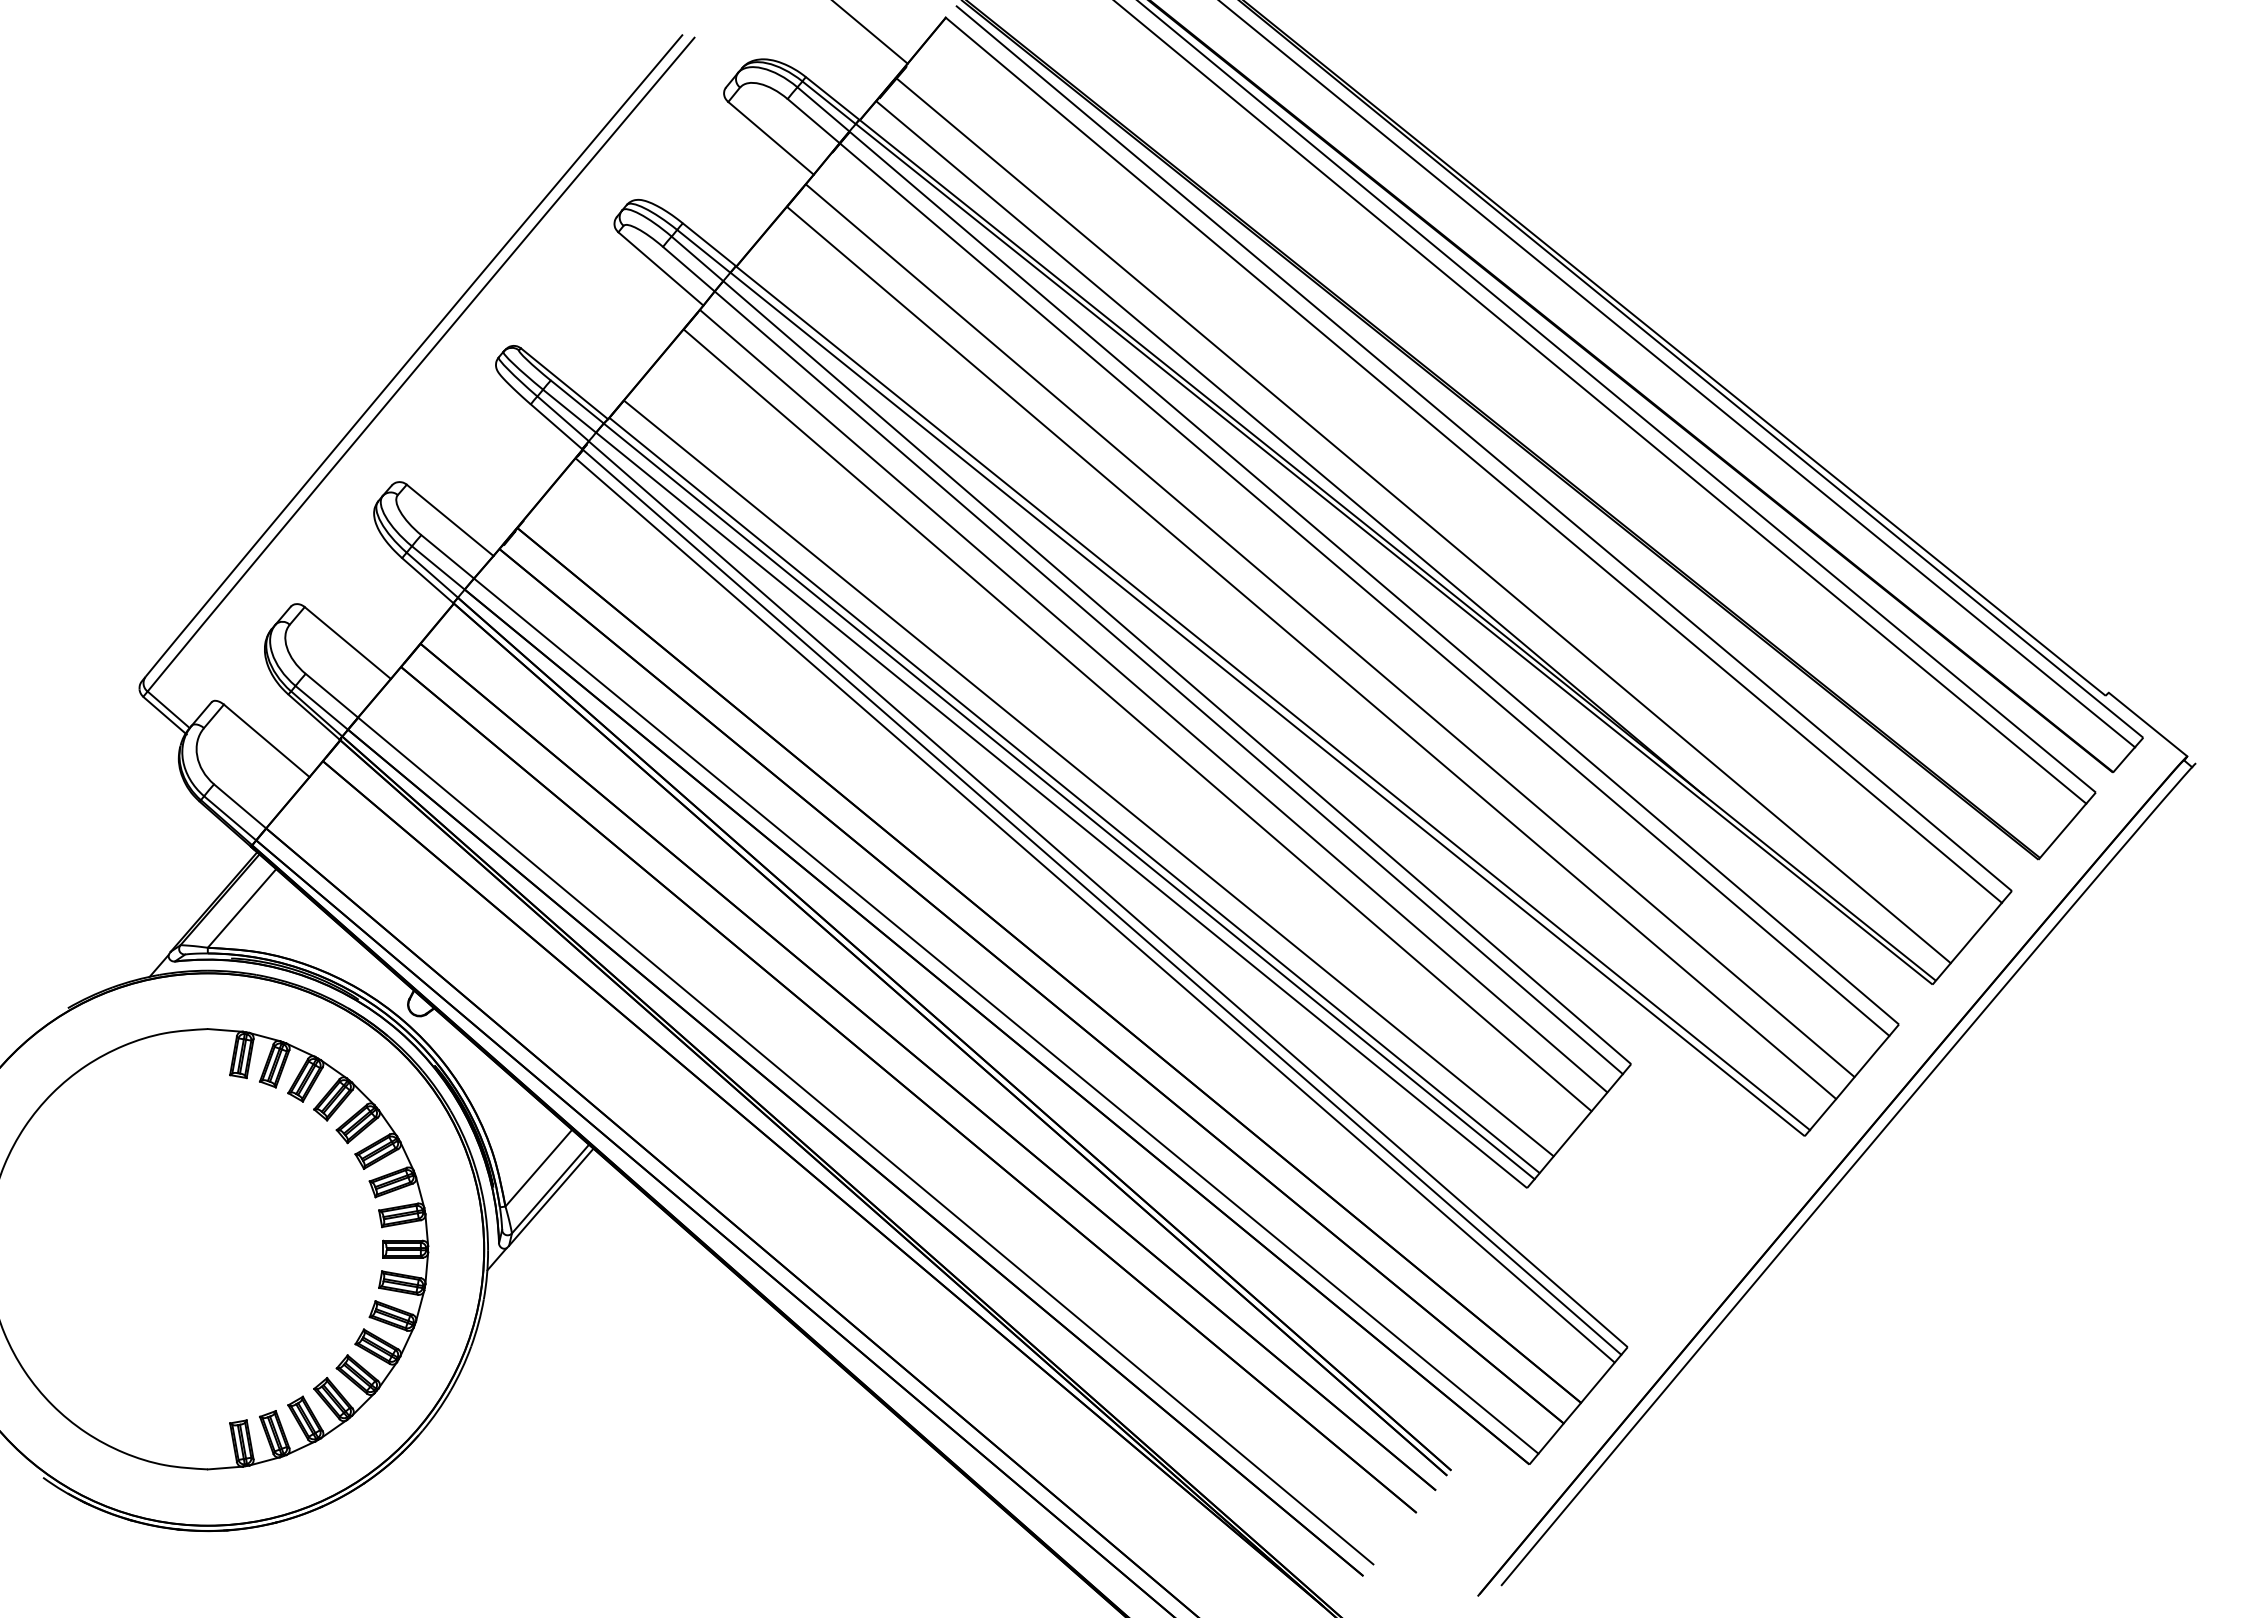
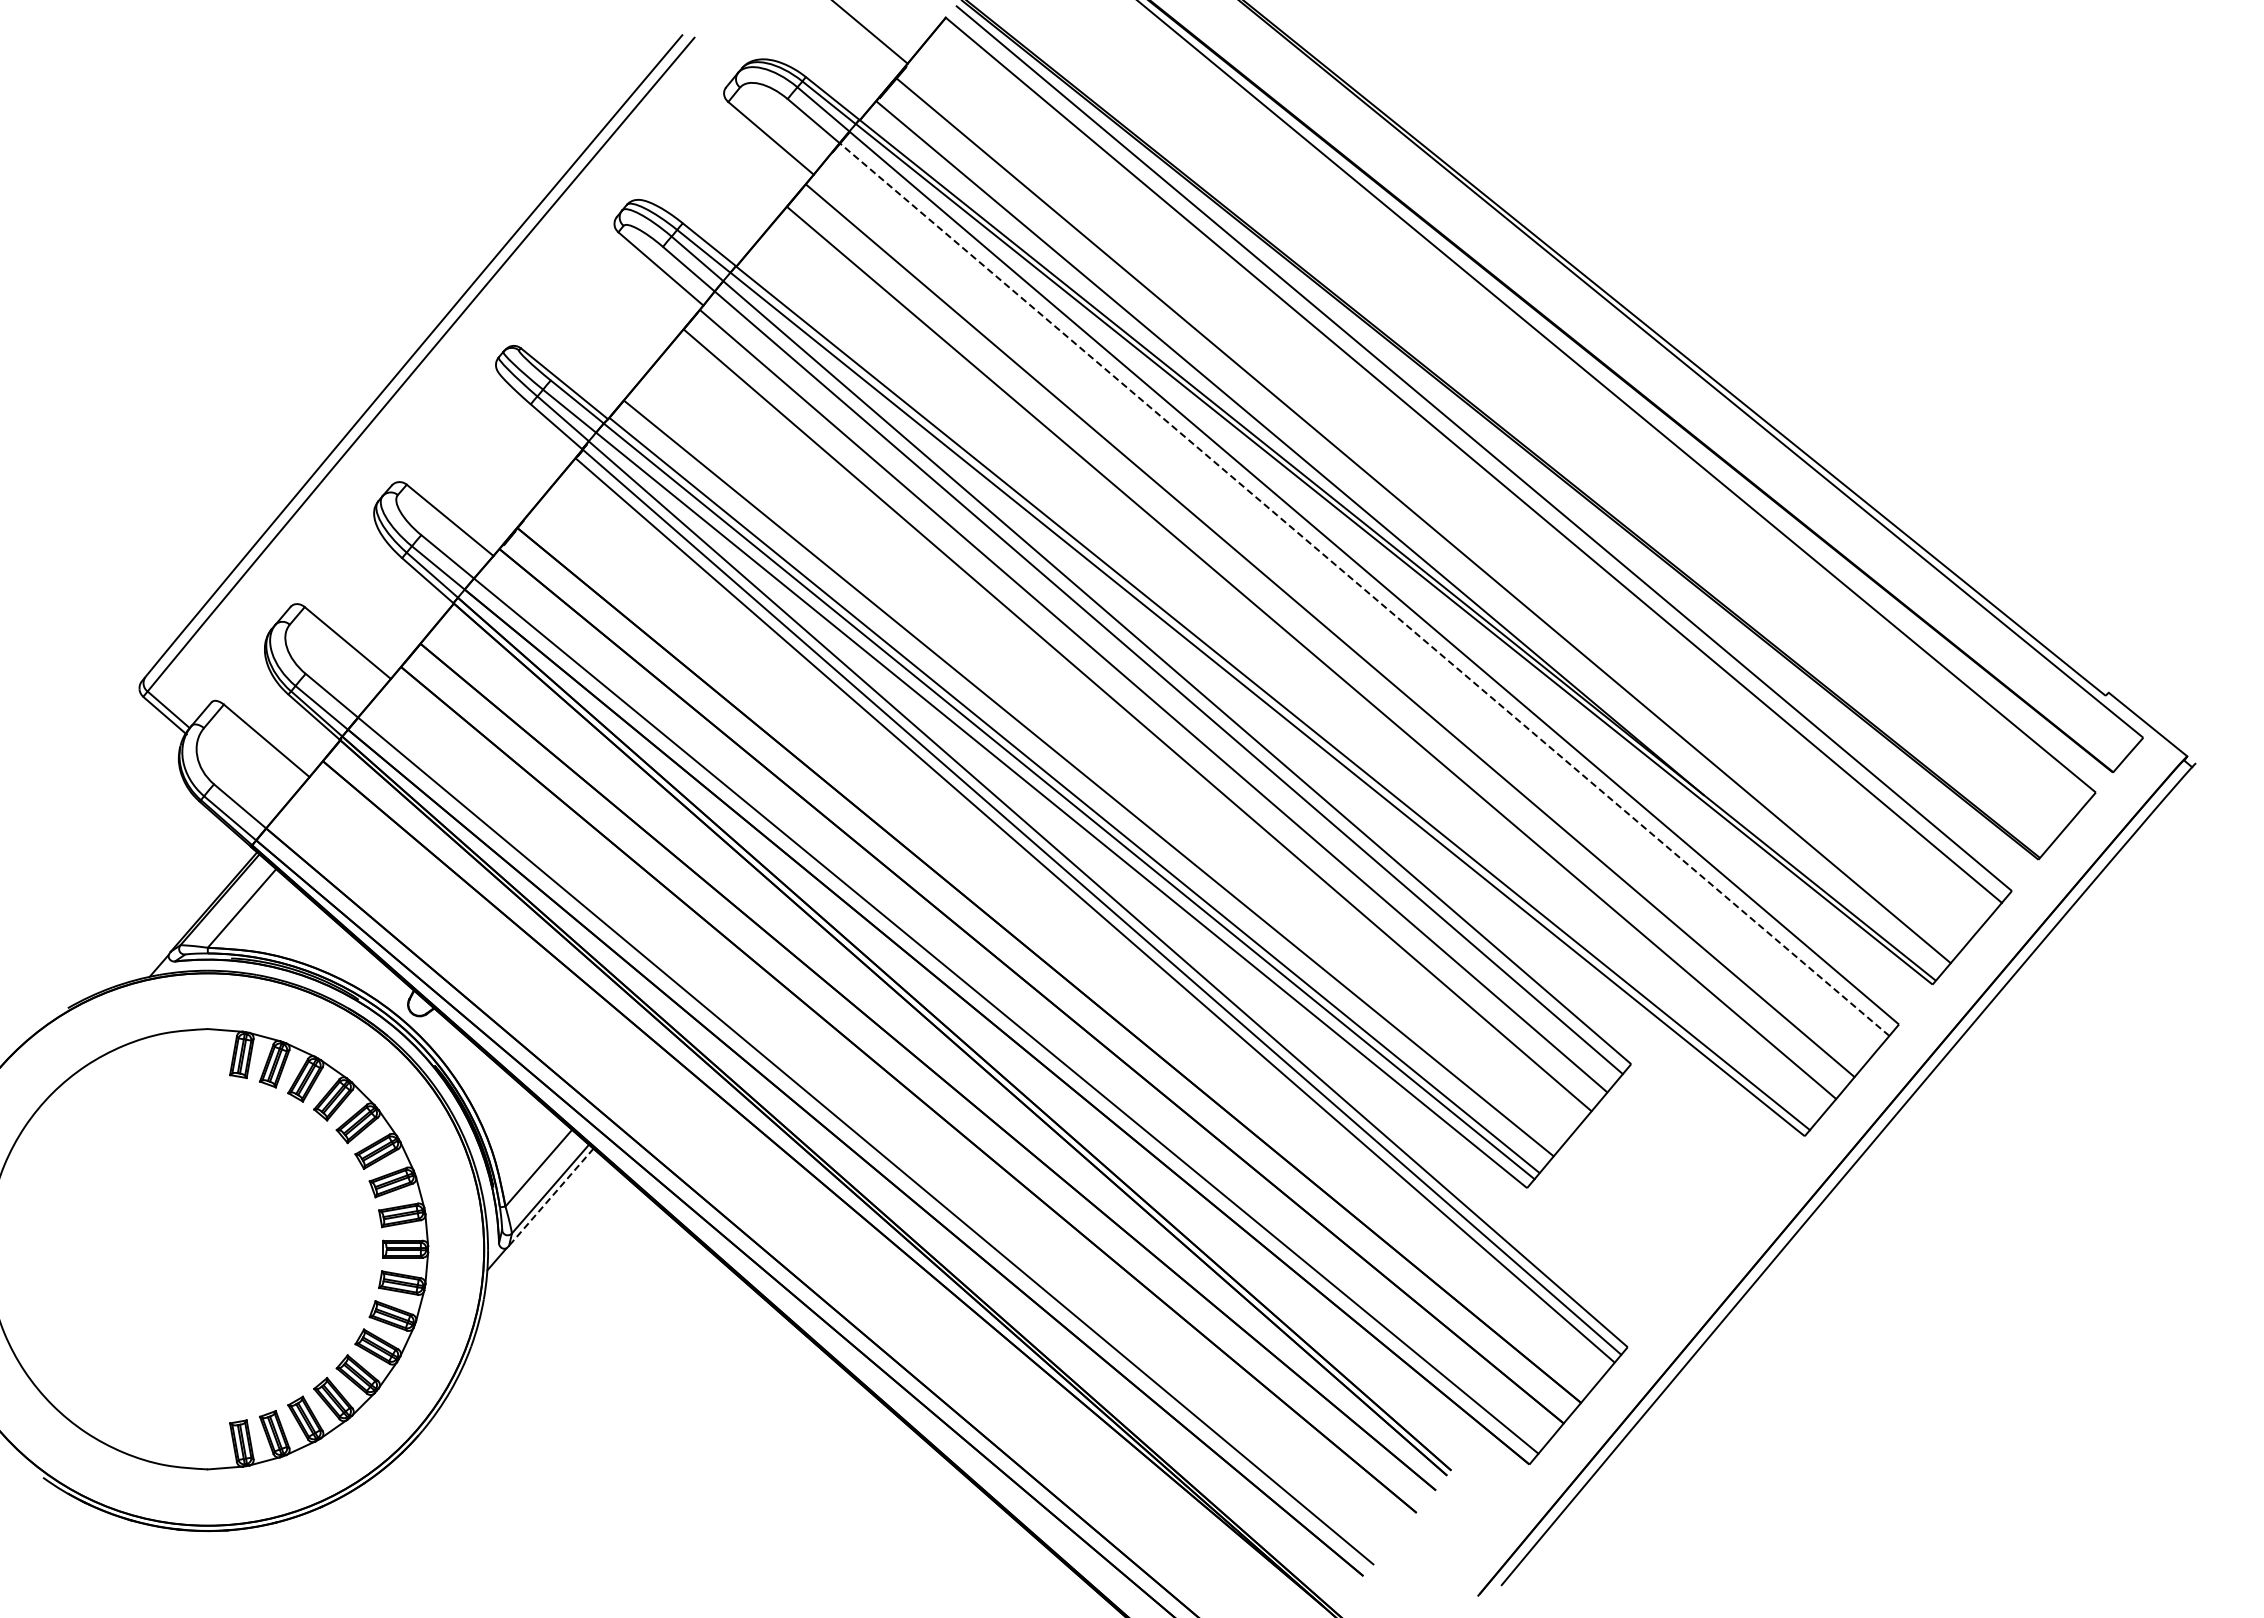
line at (1678, 374): present -> none
line at (1601, 402): present -> none
line at (1364, 589): solid -> dashed
line at (551, 1197): solid -> dashed
